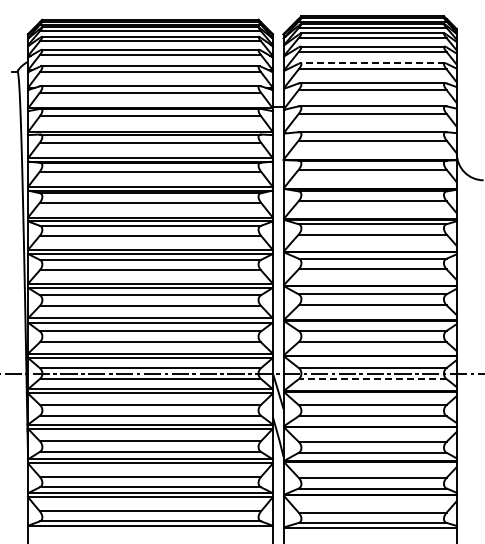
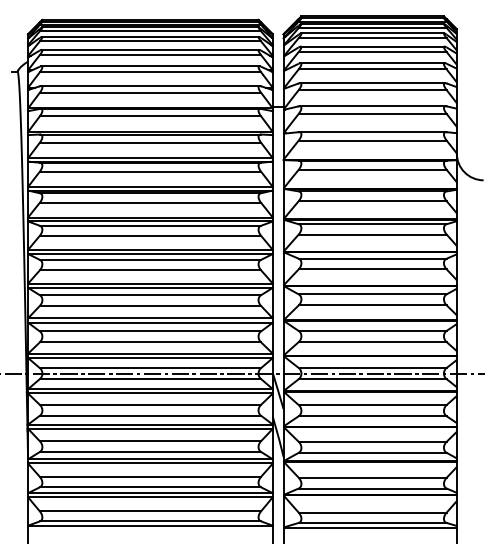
line at (372, 63): dashed -> solid
line at (372, 379): dashed -> solid
